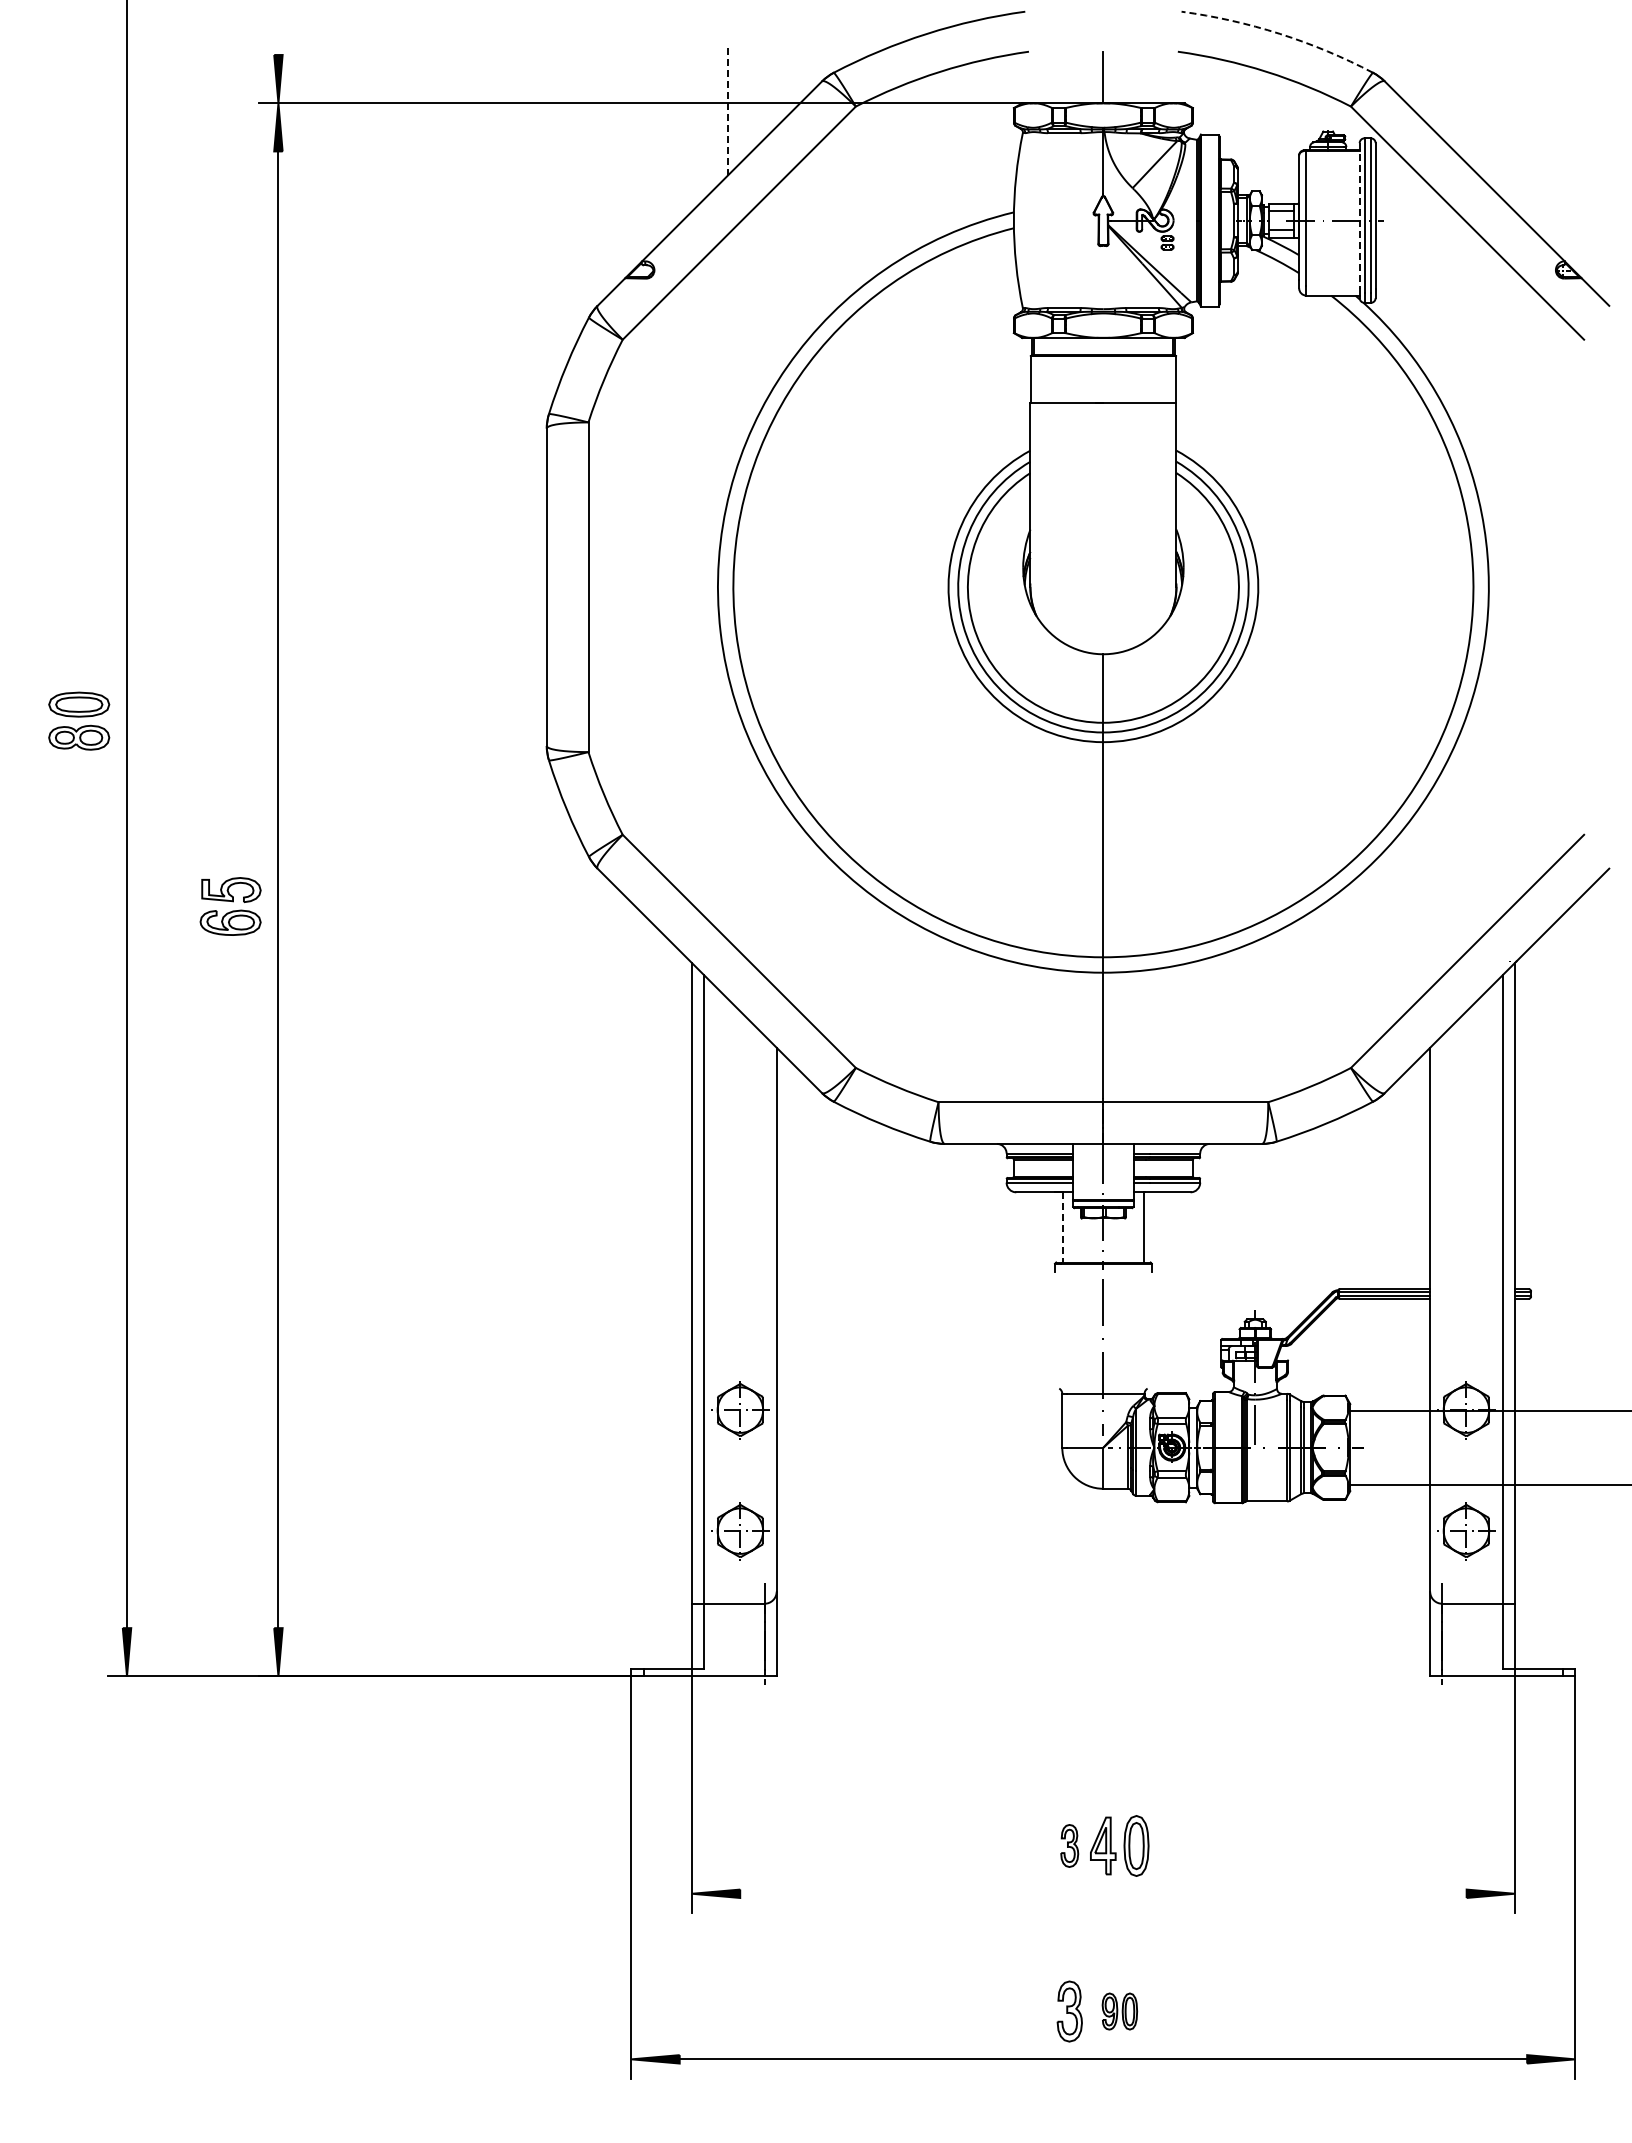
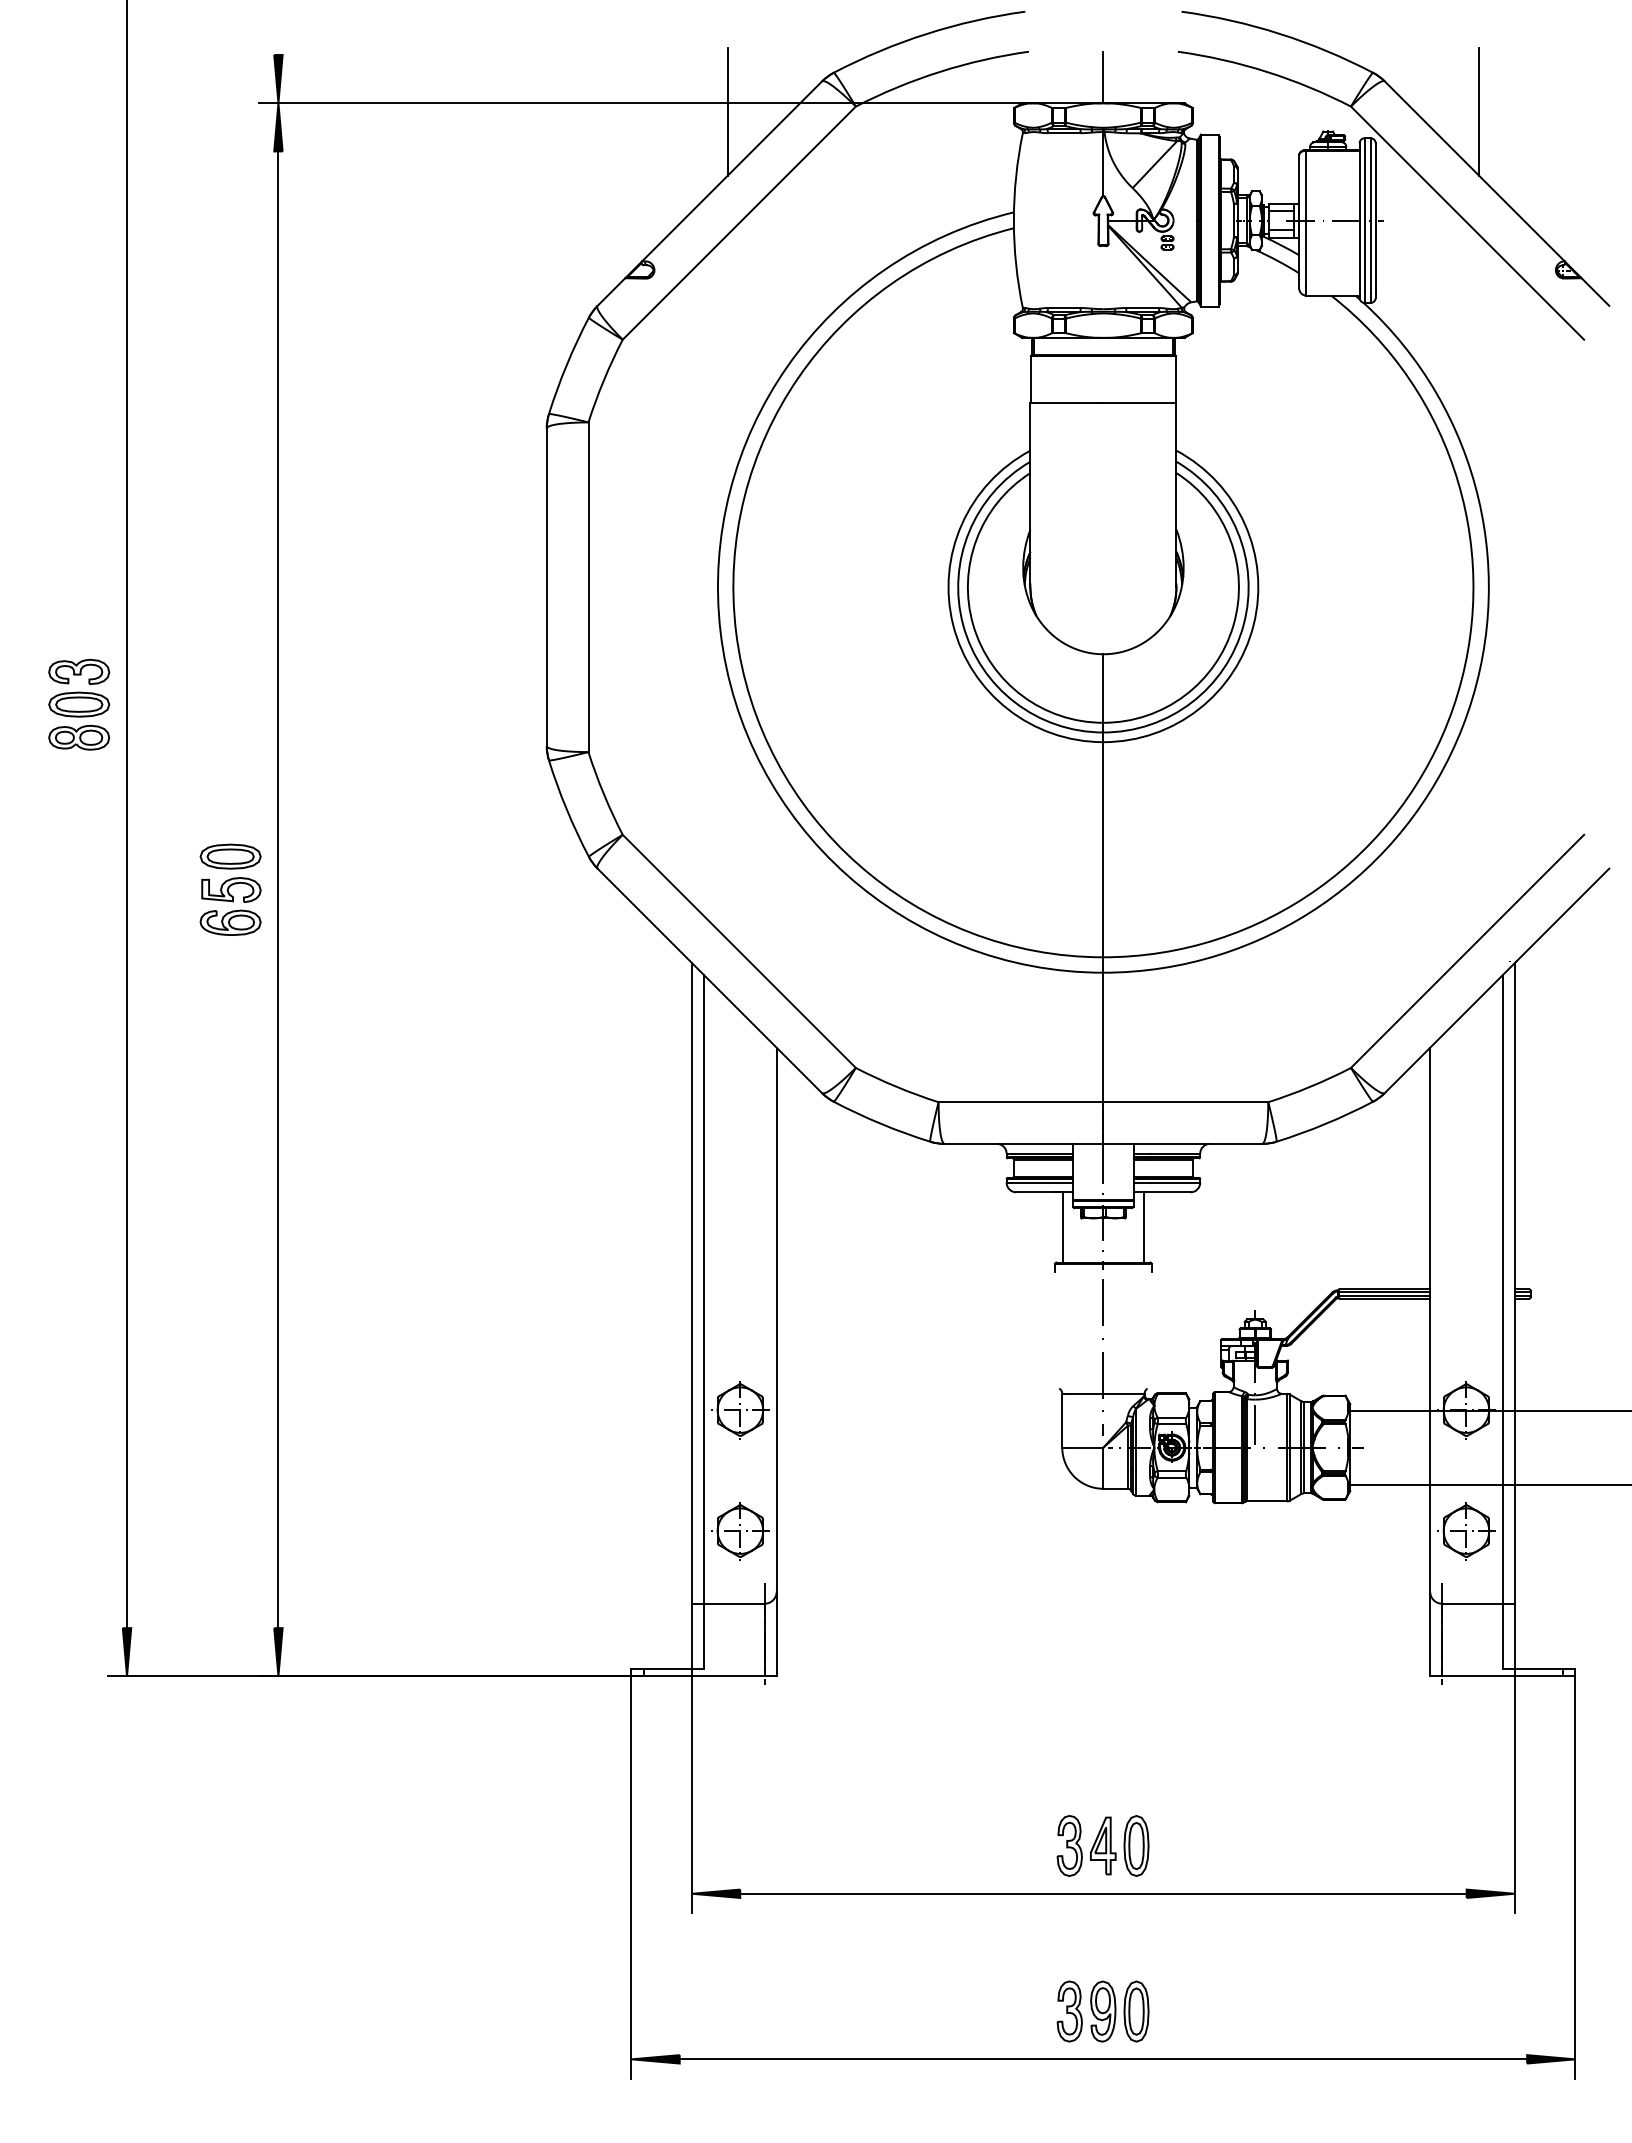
arc at (1279, 33): dashed -> solid
line at (727, 111): dashed -> solid
line at (1478, 111): none -> present
line at (1359, 215): dashed -> solid
part at (79, 671): none -> present
part at (230, 856): none -> present
line at (1062, 1227): dashed -> solid
part at (1069, 1845) size: 20x44 px -> 27x62 px
line at (1103, 1893): none -> present
part at (1119, 2011) size: 38x39 px -> 60x63 px
